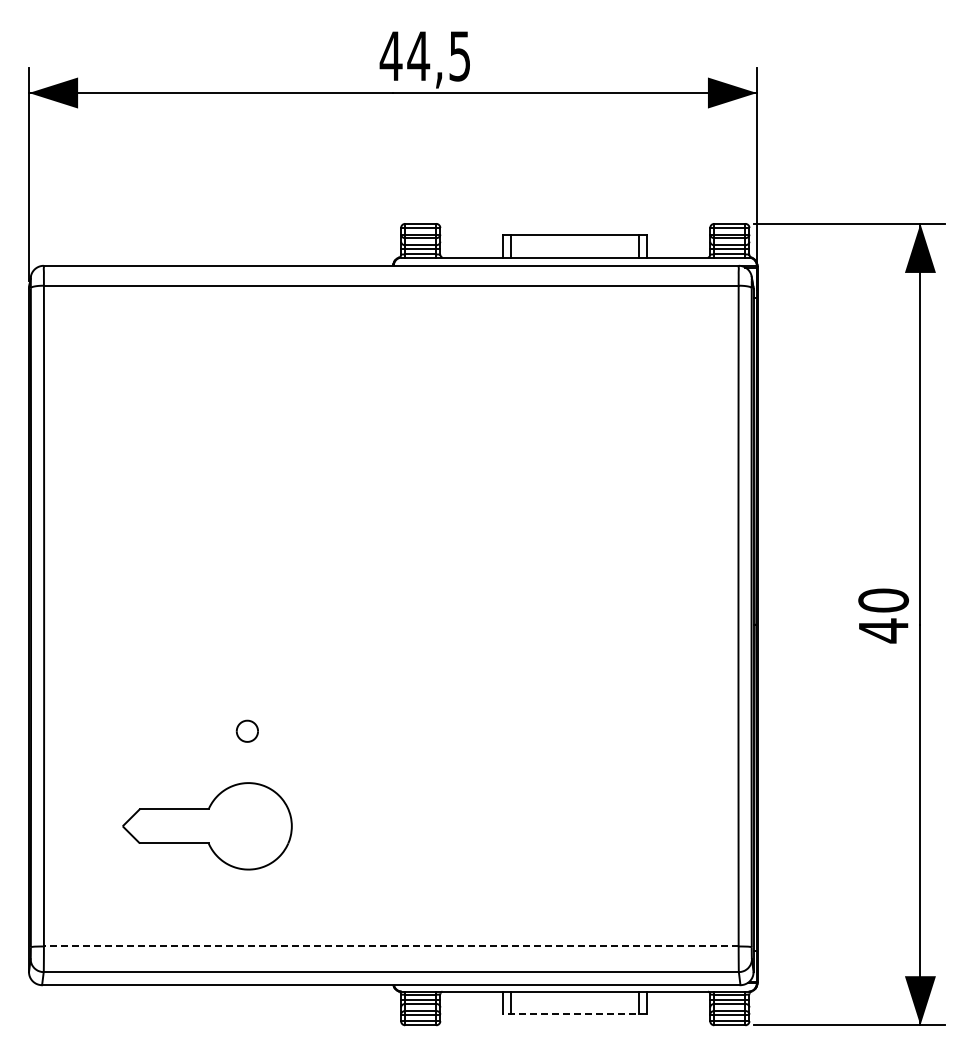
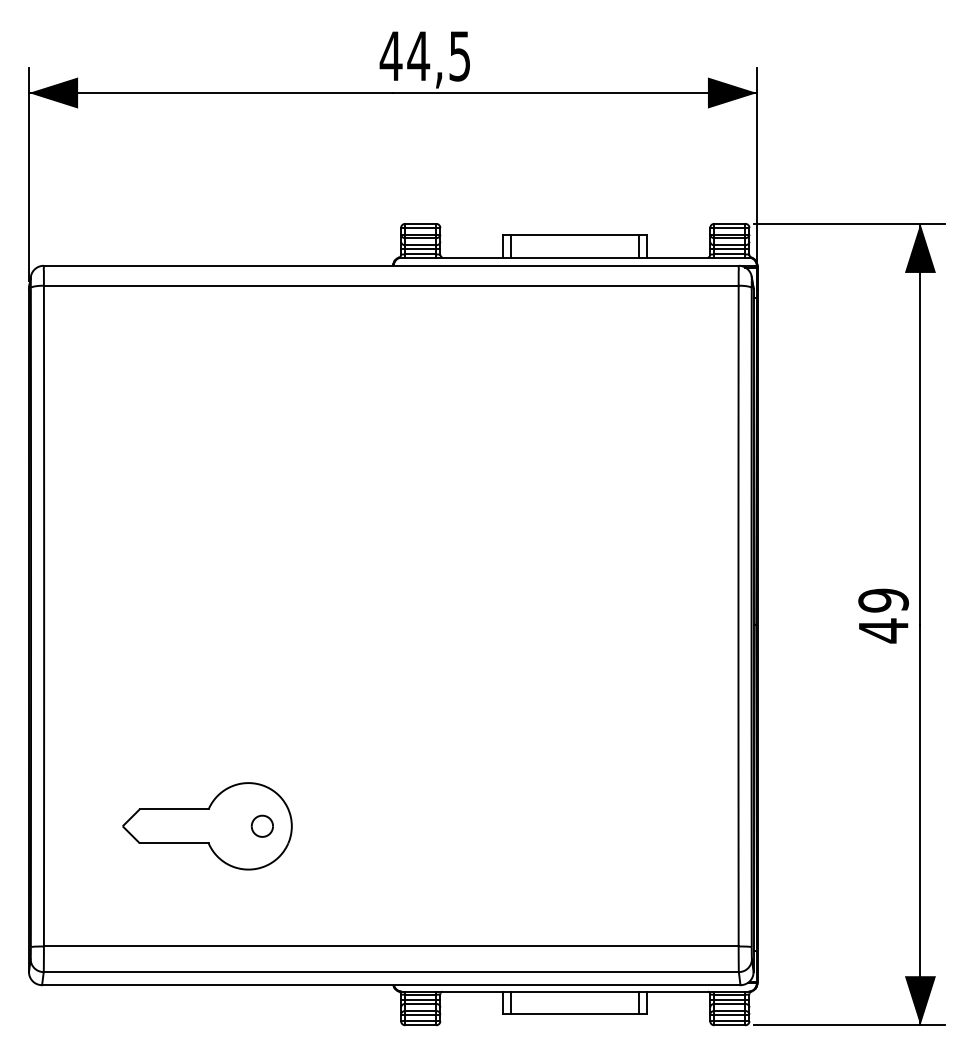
text at (883, 600): 40 -> 49
part at (246, 730) position: (246, 730) -> (261, 825)
line at (390, 946): dashed -> solid
line at (574, 1013): dashed -> solid
